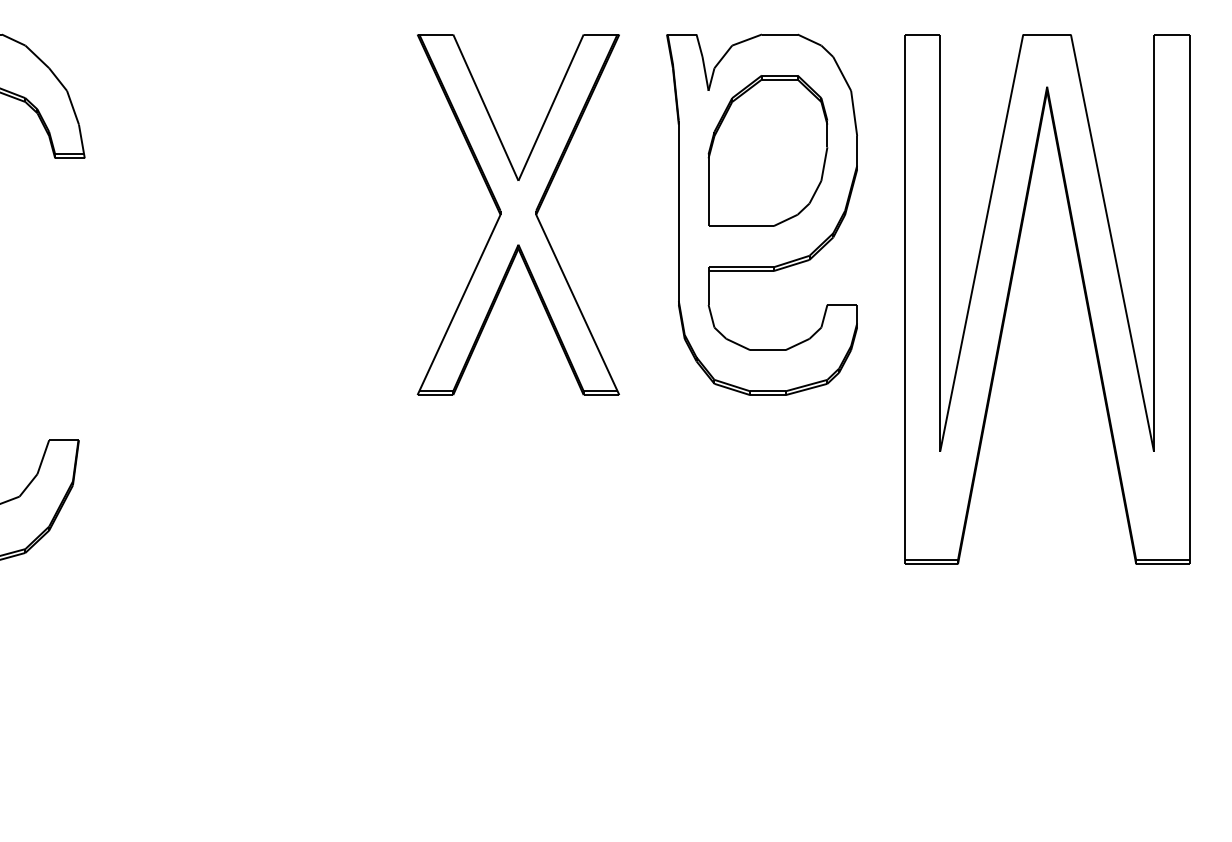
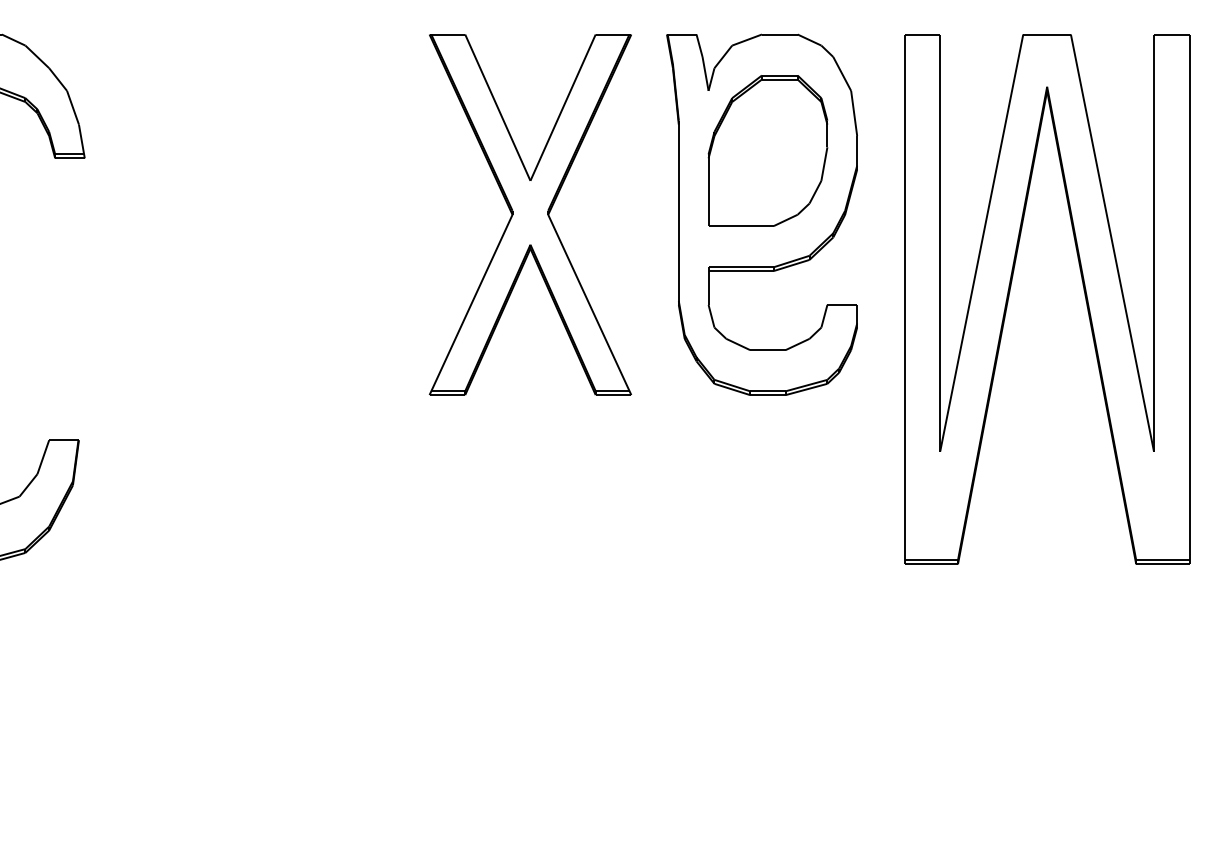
part at (517, 214) position: (517, 214) -> (529, 214)
